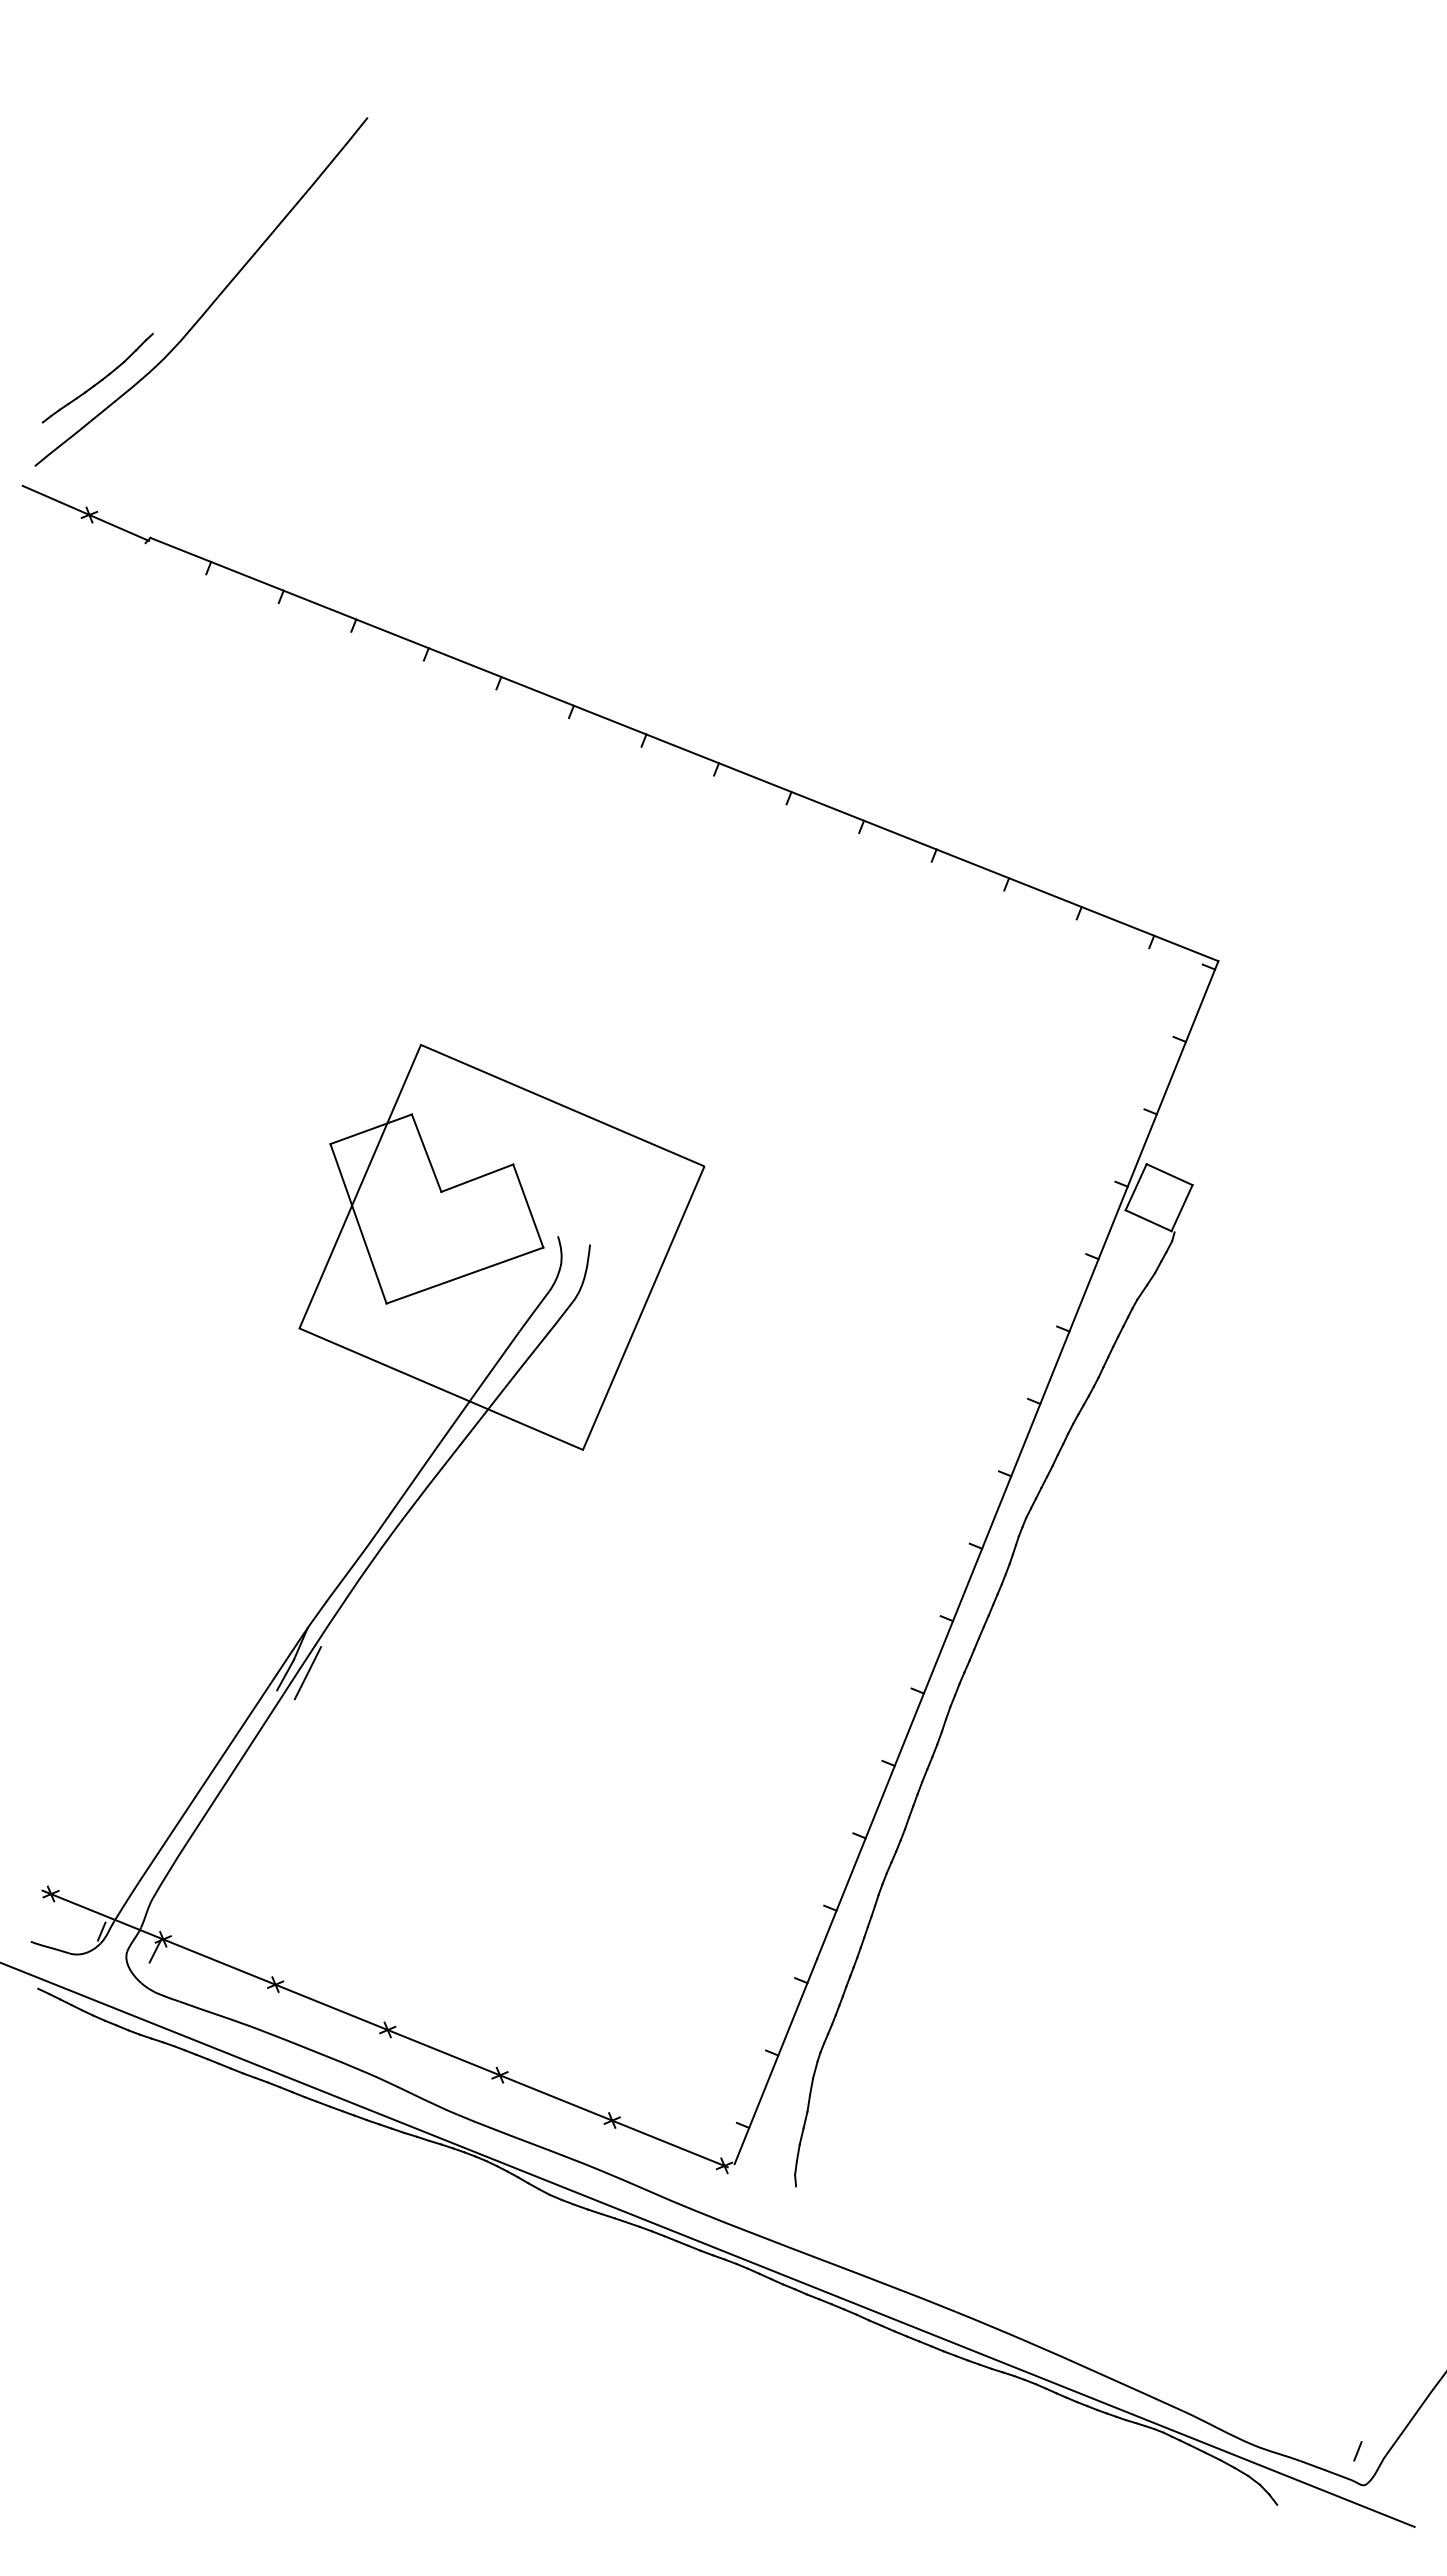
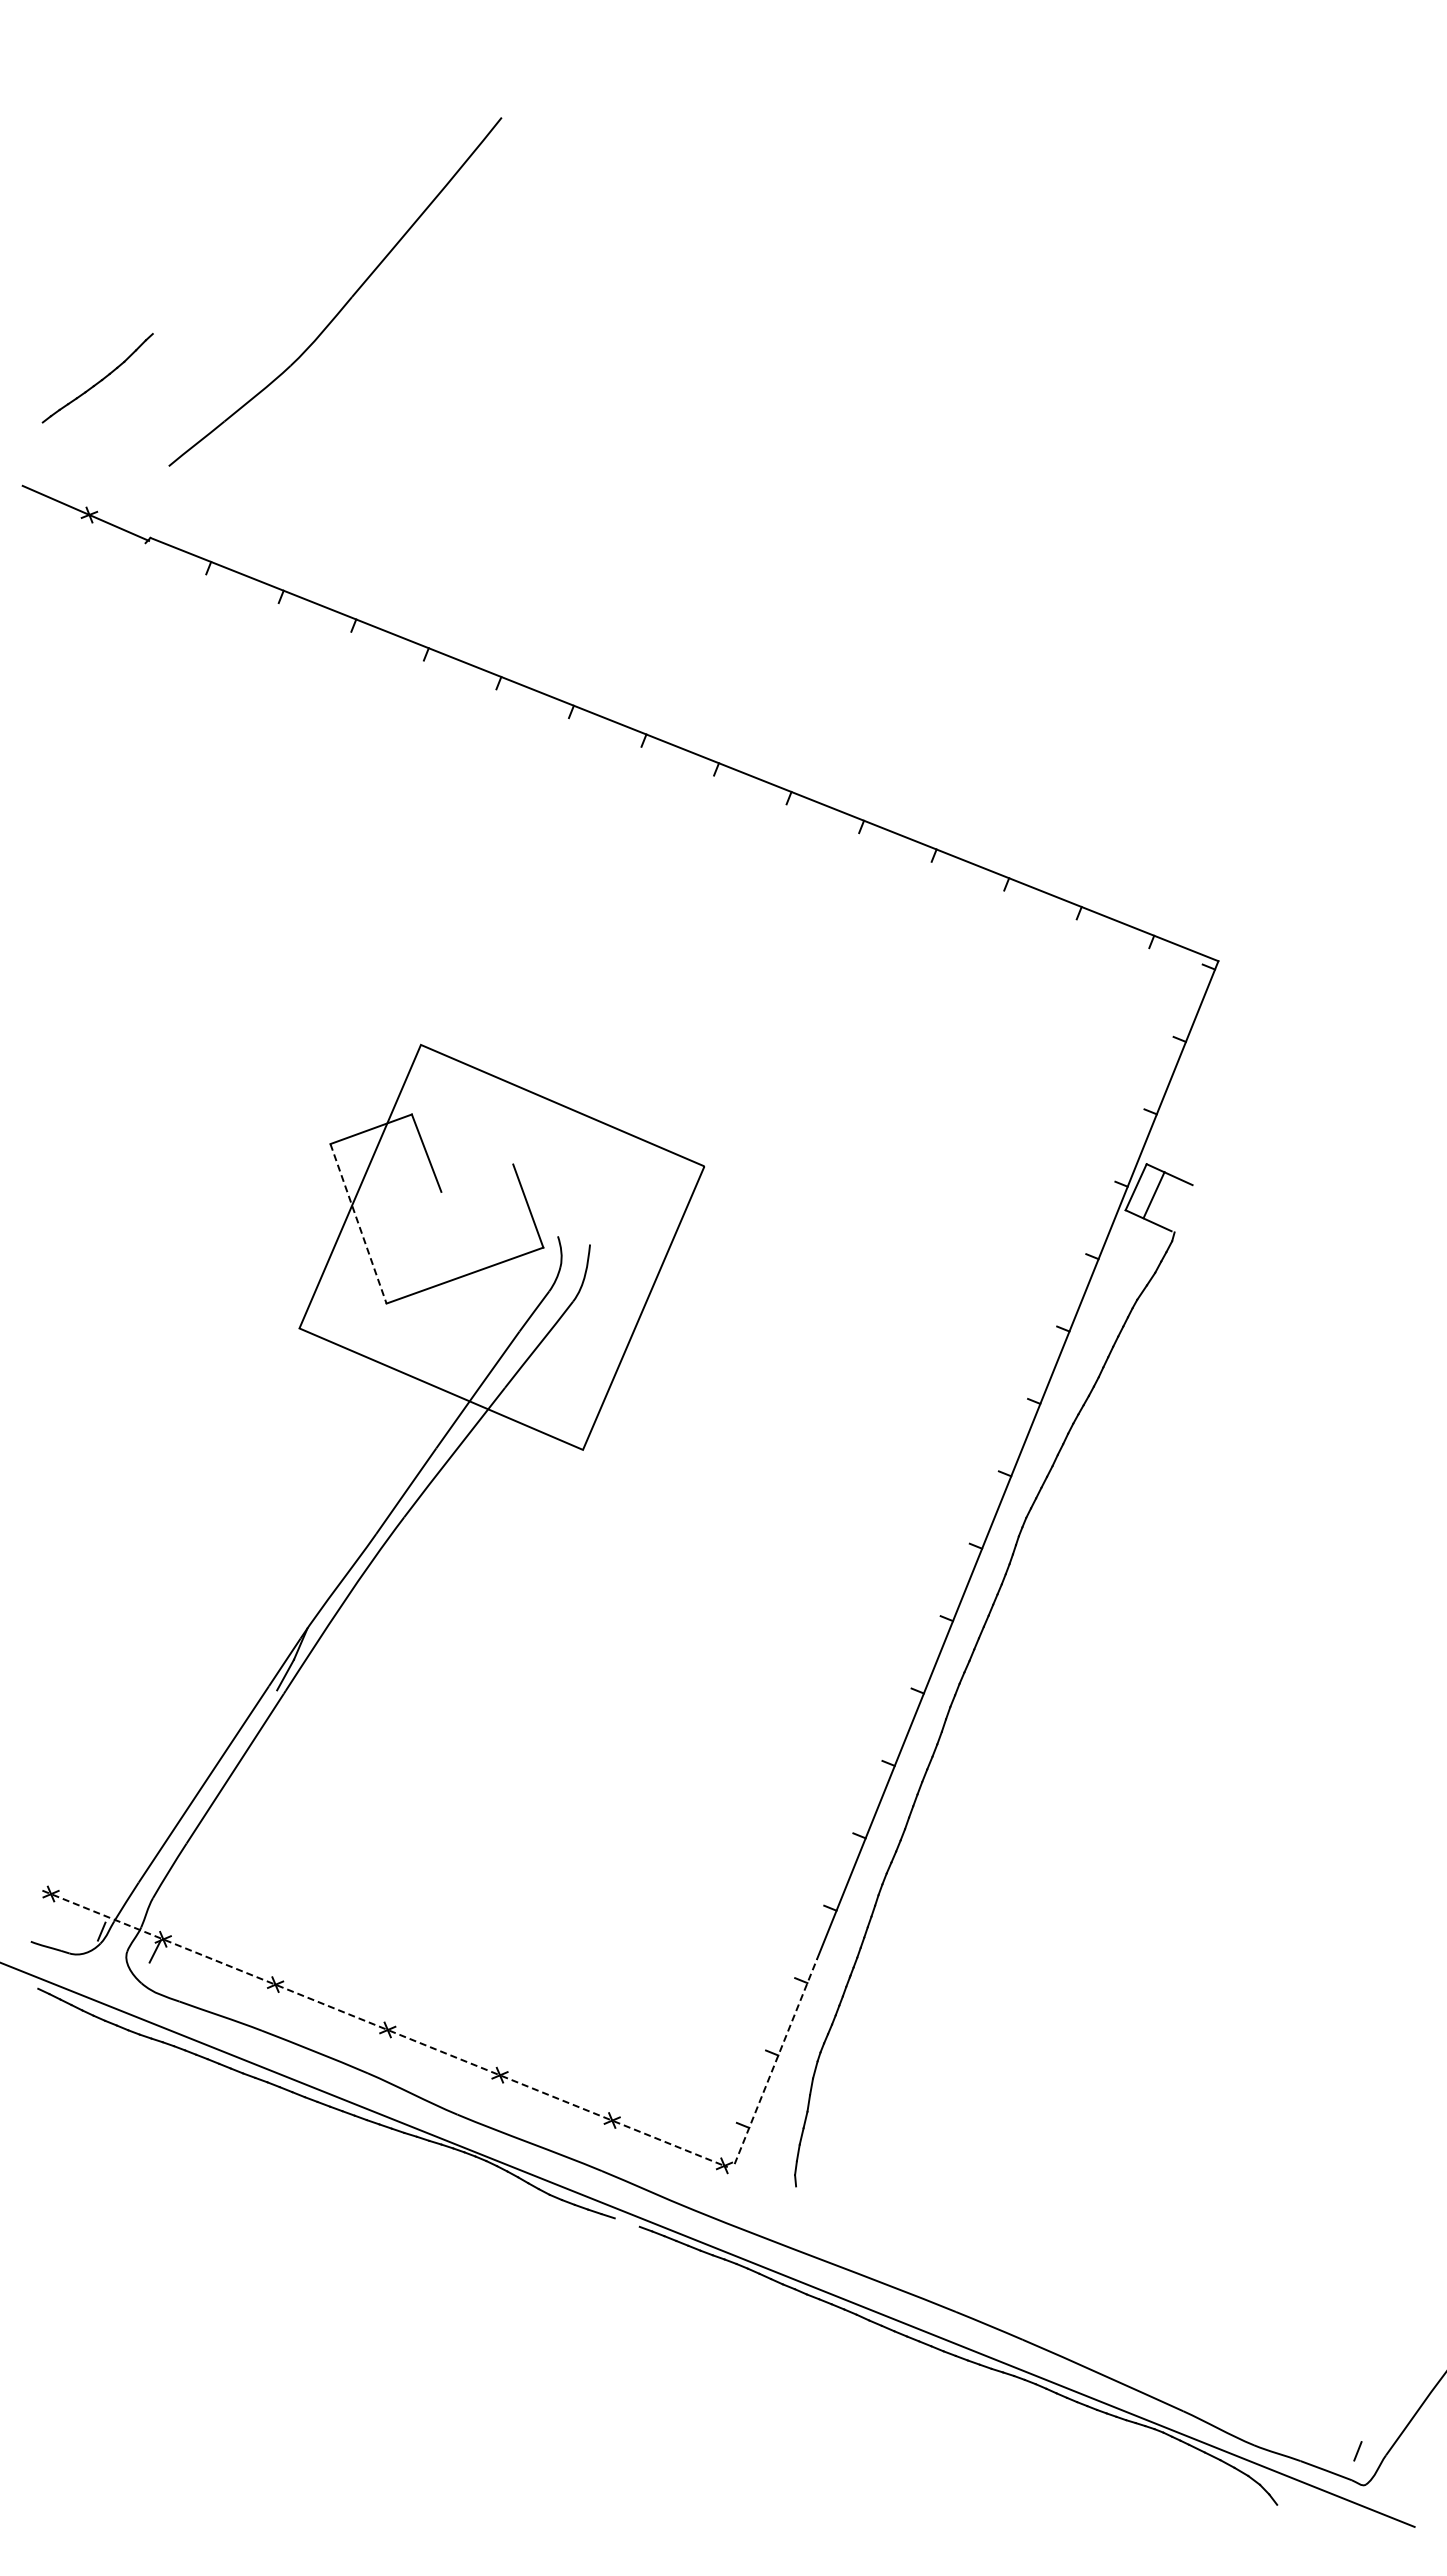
part at (213, 300) position: (213, 300) -> (347, 300)
line at (477, 1177): present -> none
line at (1181, 1208) position: (1181, 1208) -> (1153, 1195)
line at (358, 1223): solid -> dashed
line at (307, 1673): present -> none
line at (385, 2028): solid -> dashed
line at (775, 2061): solid -> dashed
line at (626, 2222): present -> none
